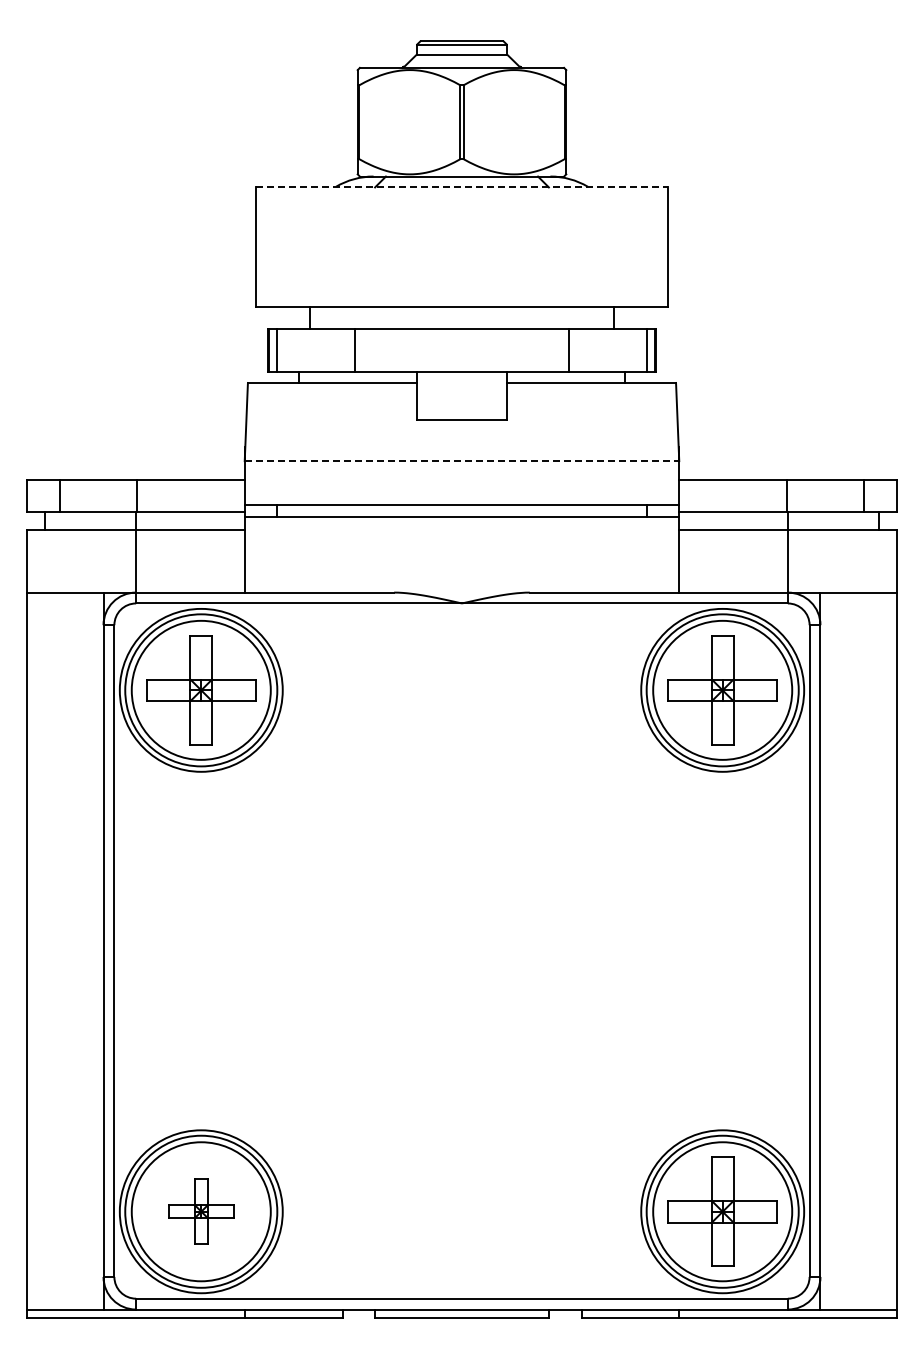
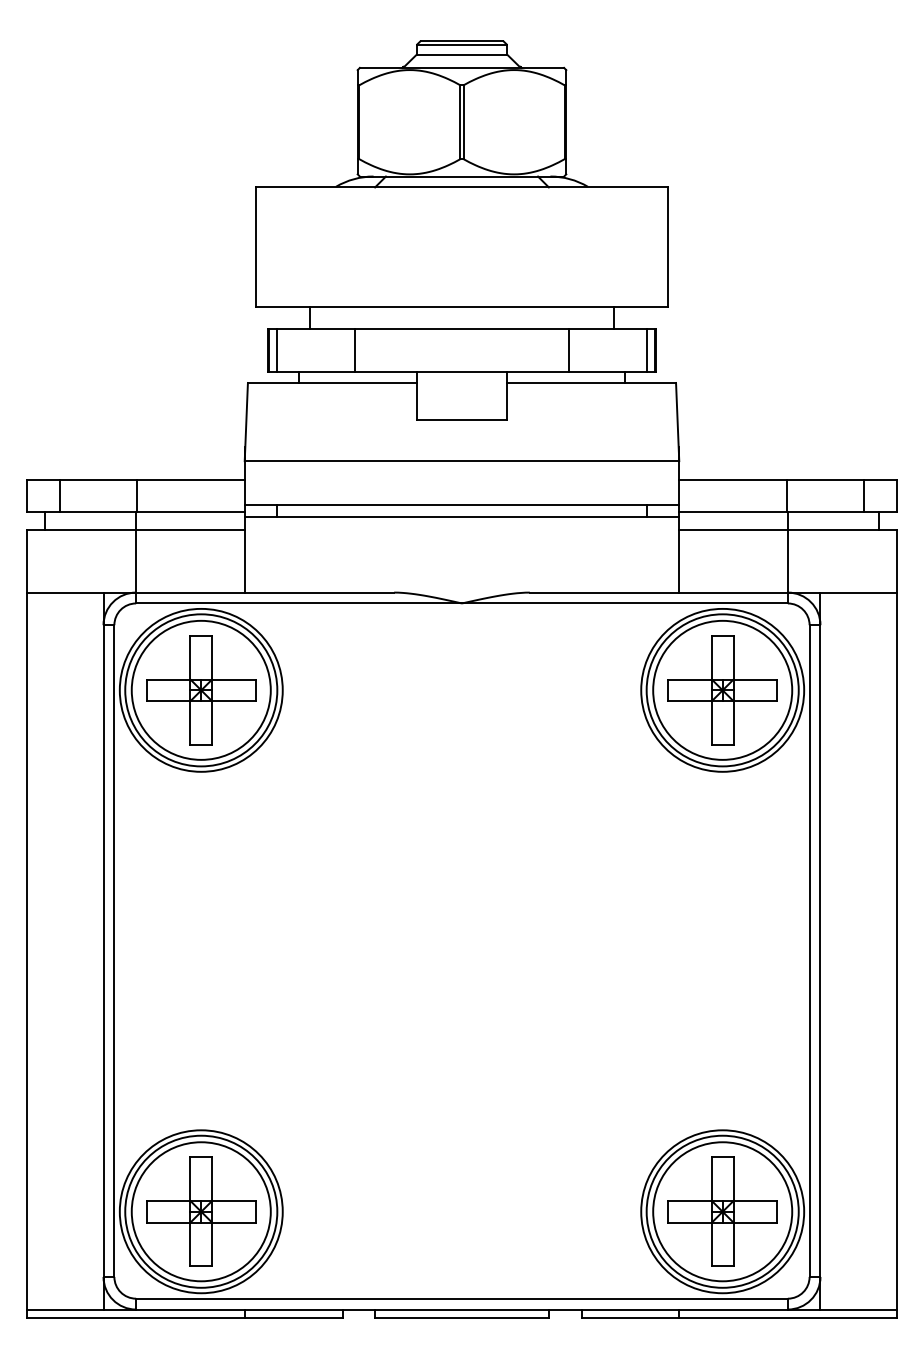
line at (462, 187): dashed -> solid
line at (462, 461): dashed -> solid
part at (201, 1211) size: 67x67 px -> 111x111 px
